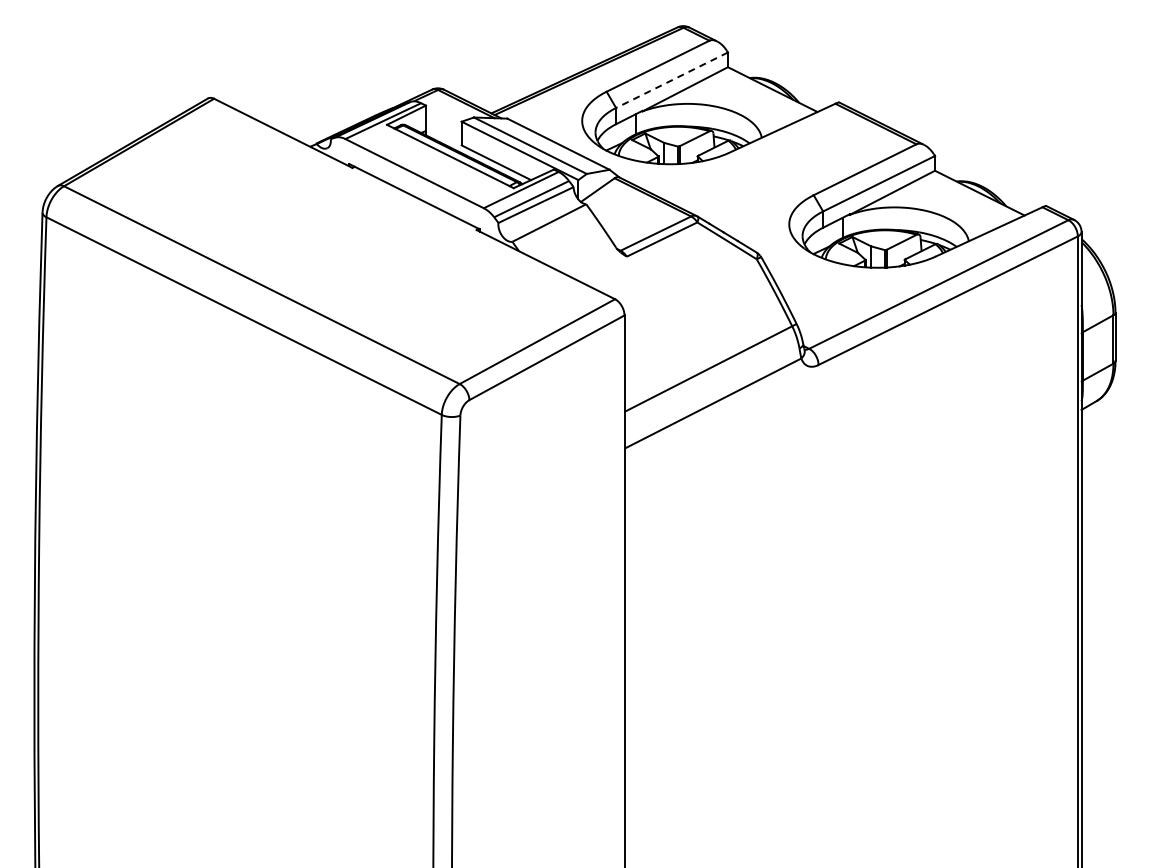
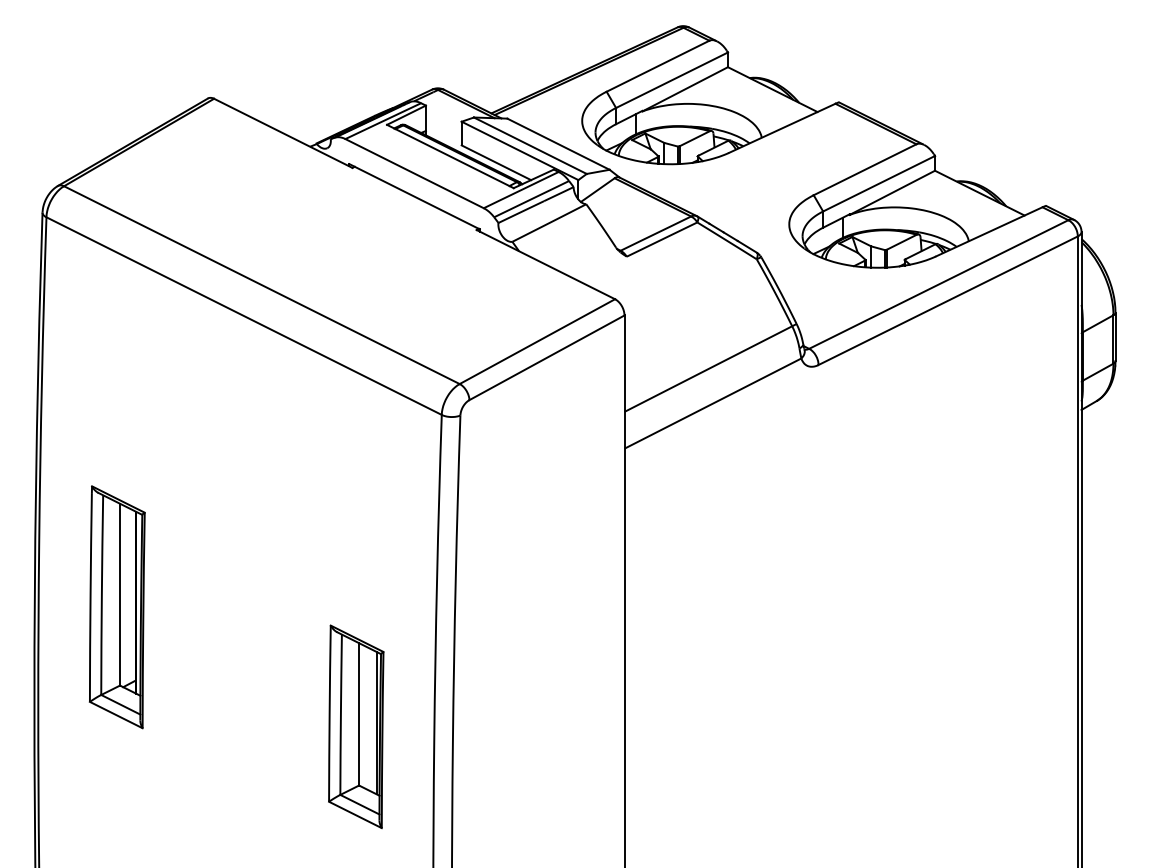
line at (671, 80): dashed -> solid
part at (116, 607): none -> present
part at (356, 726): none -> present
